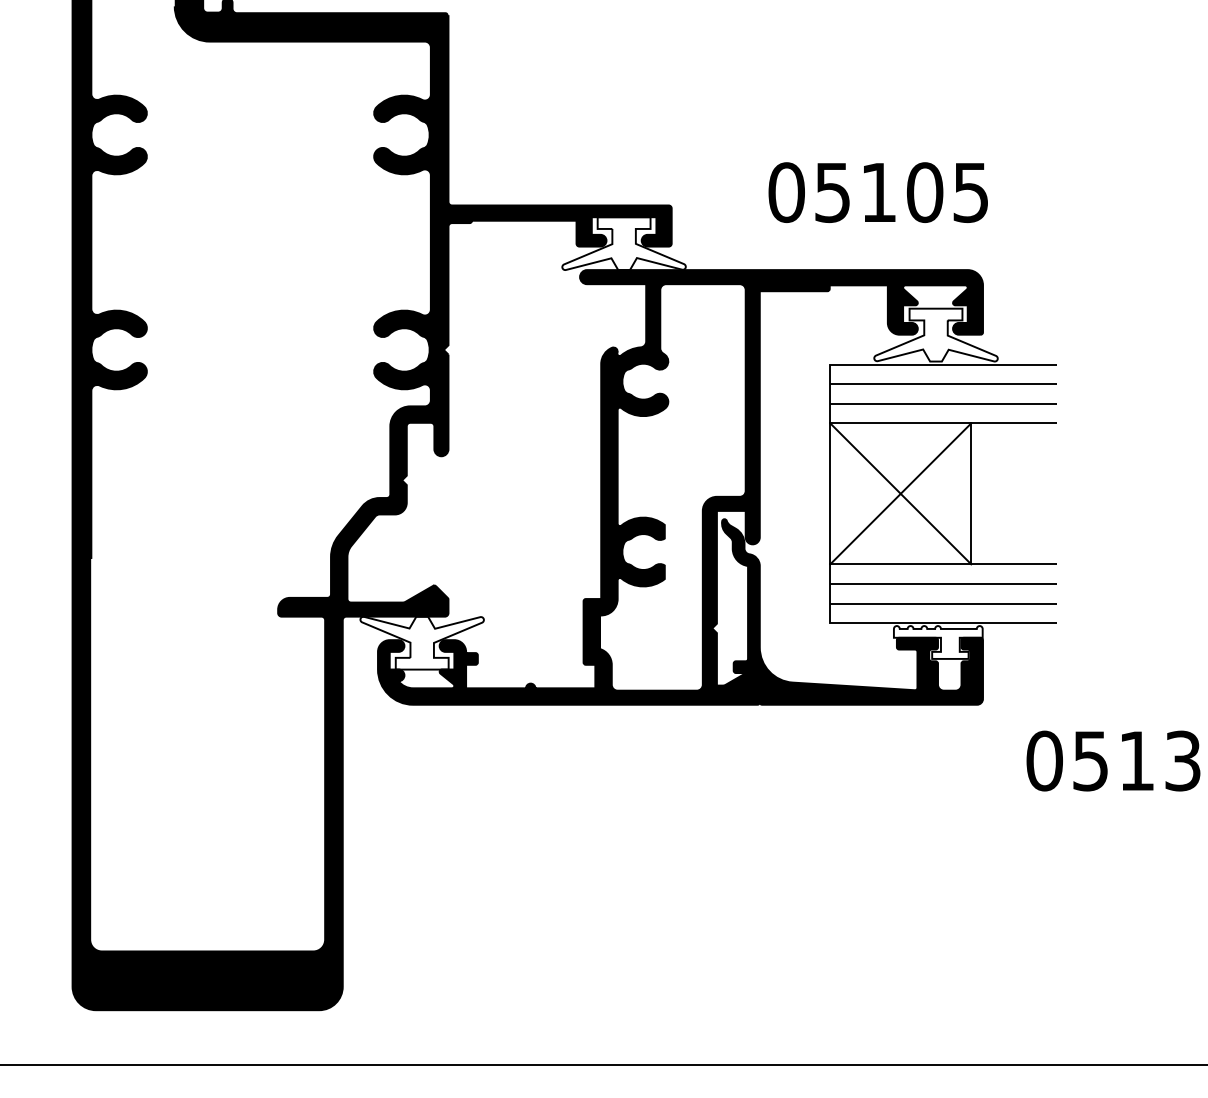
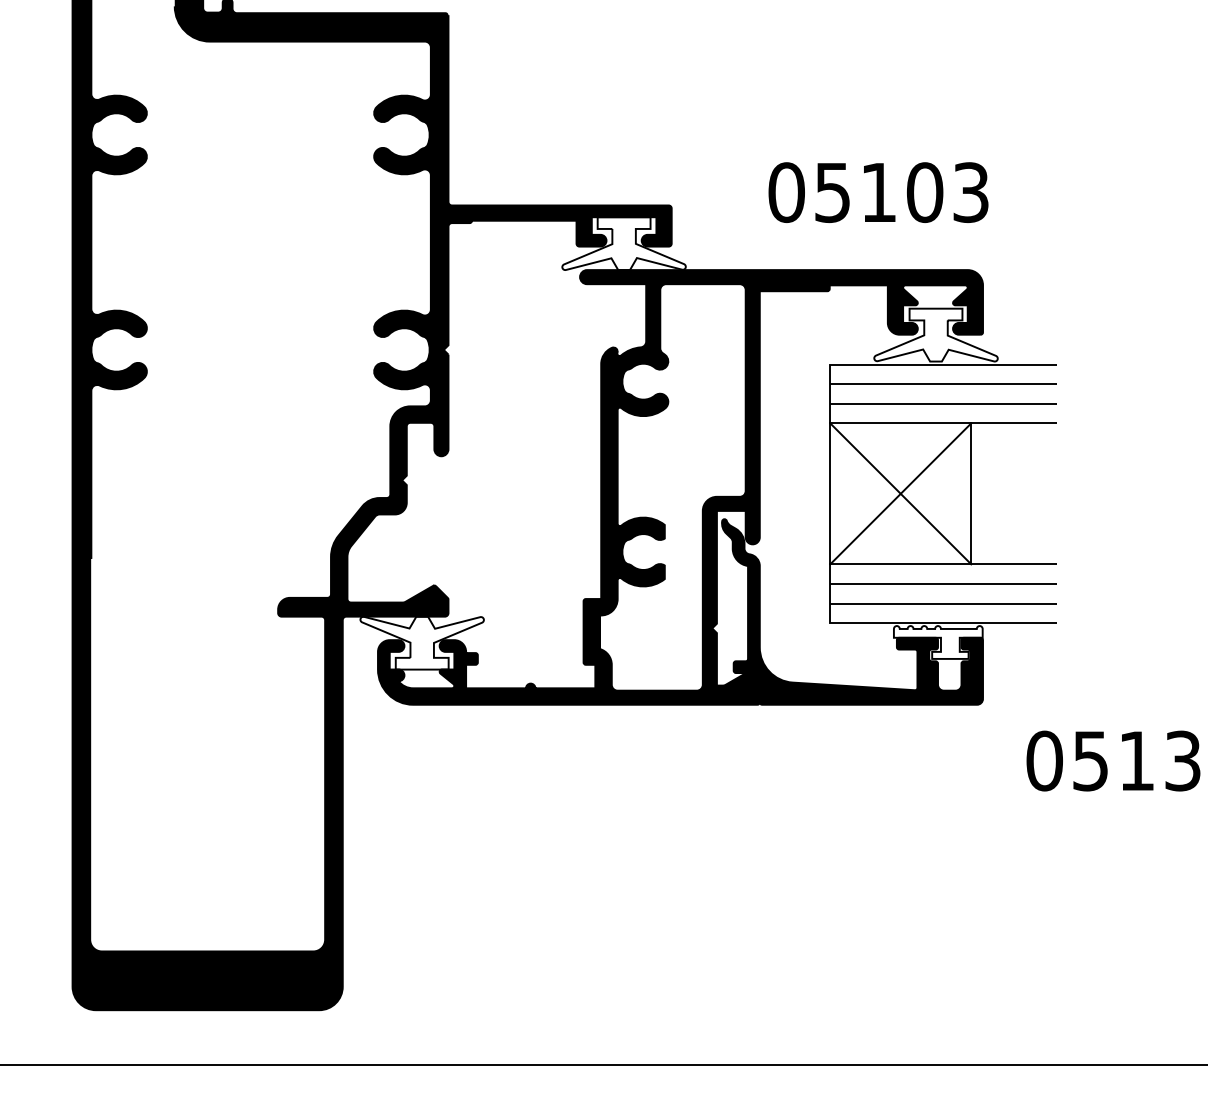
text at (971, 192): 05105 -> 05103
